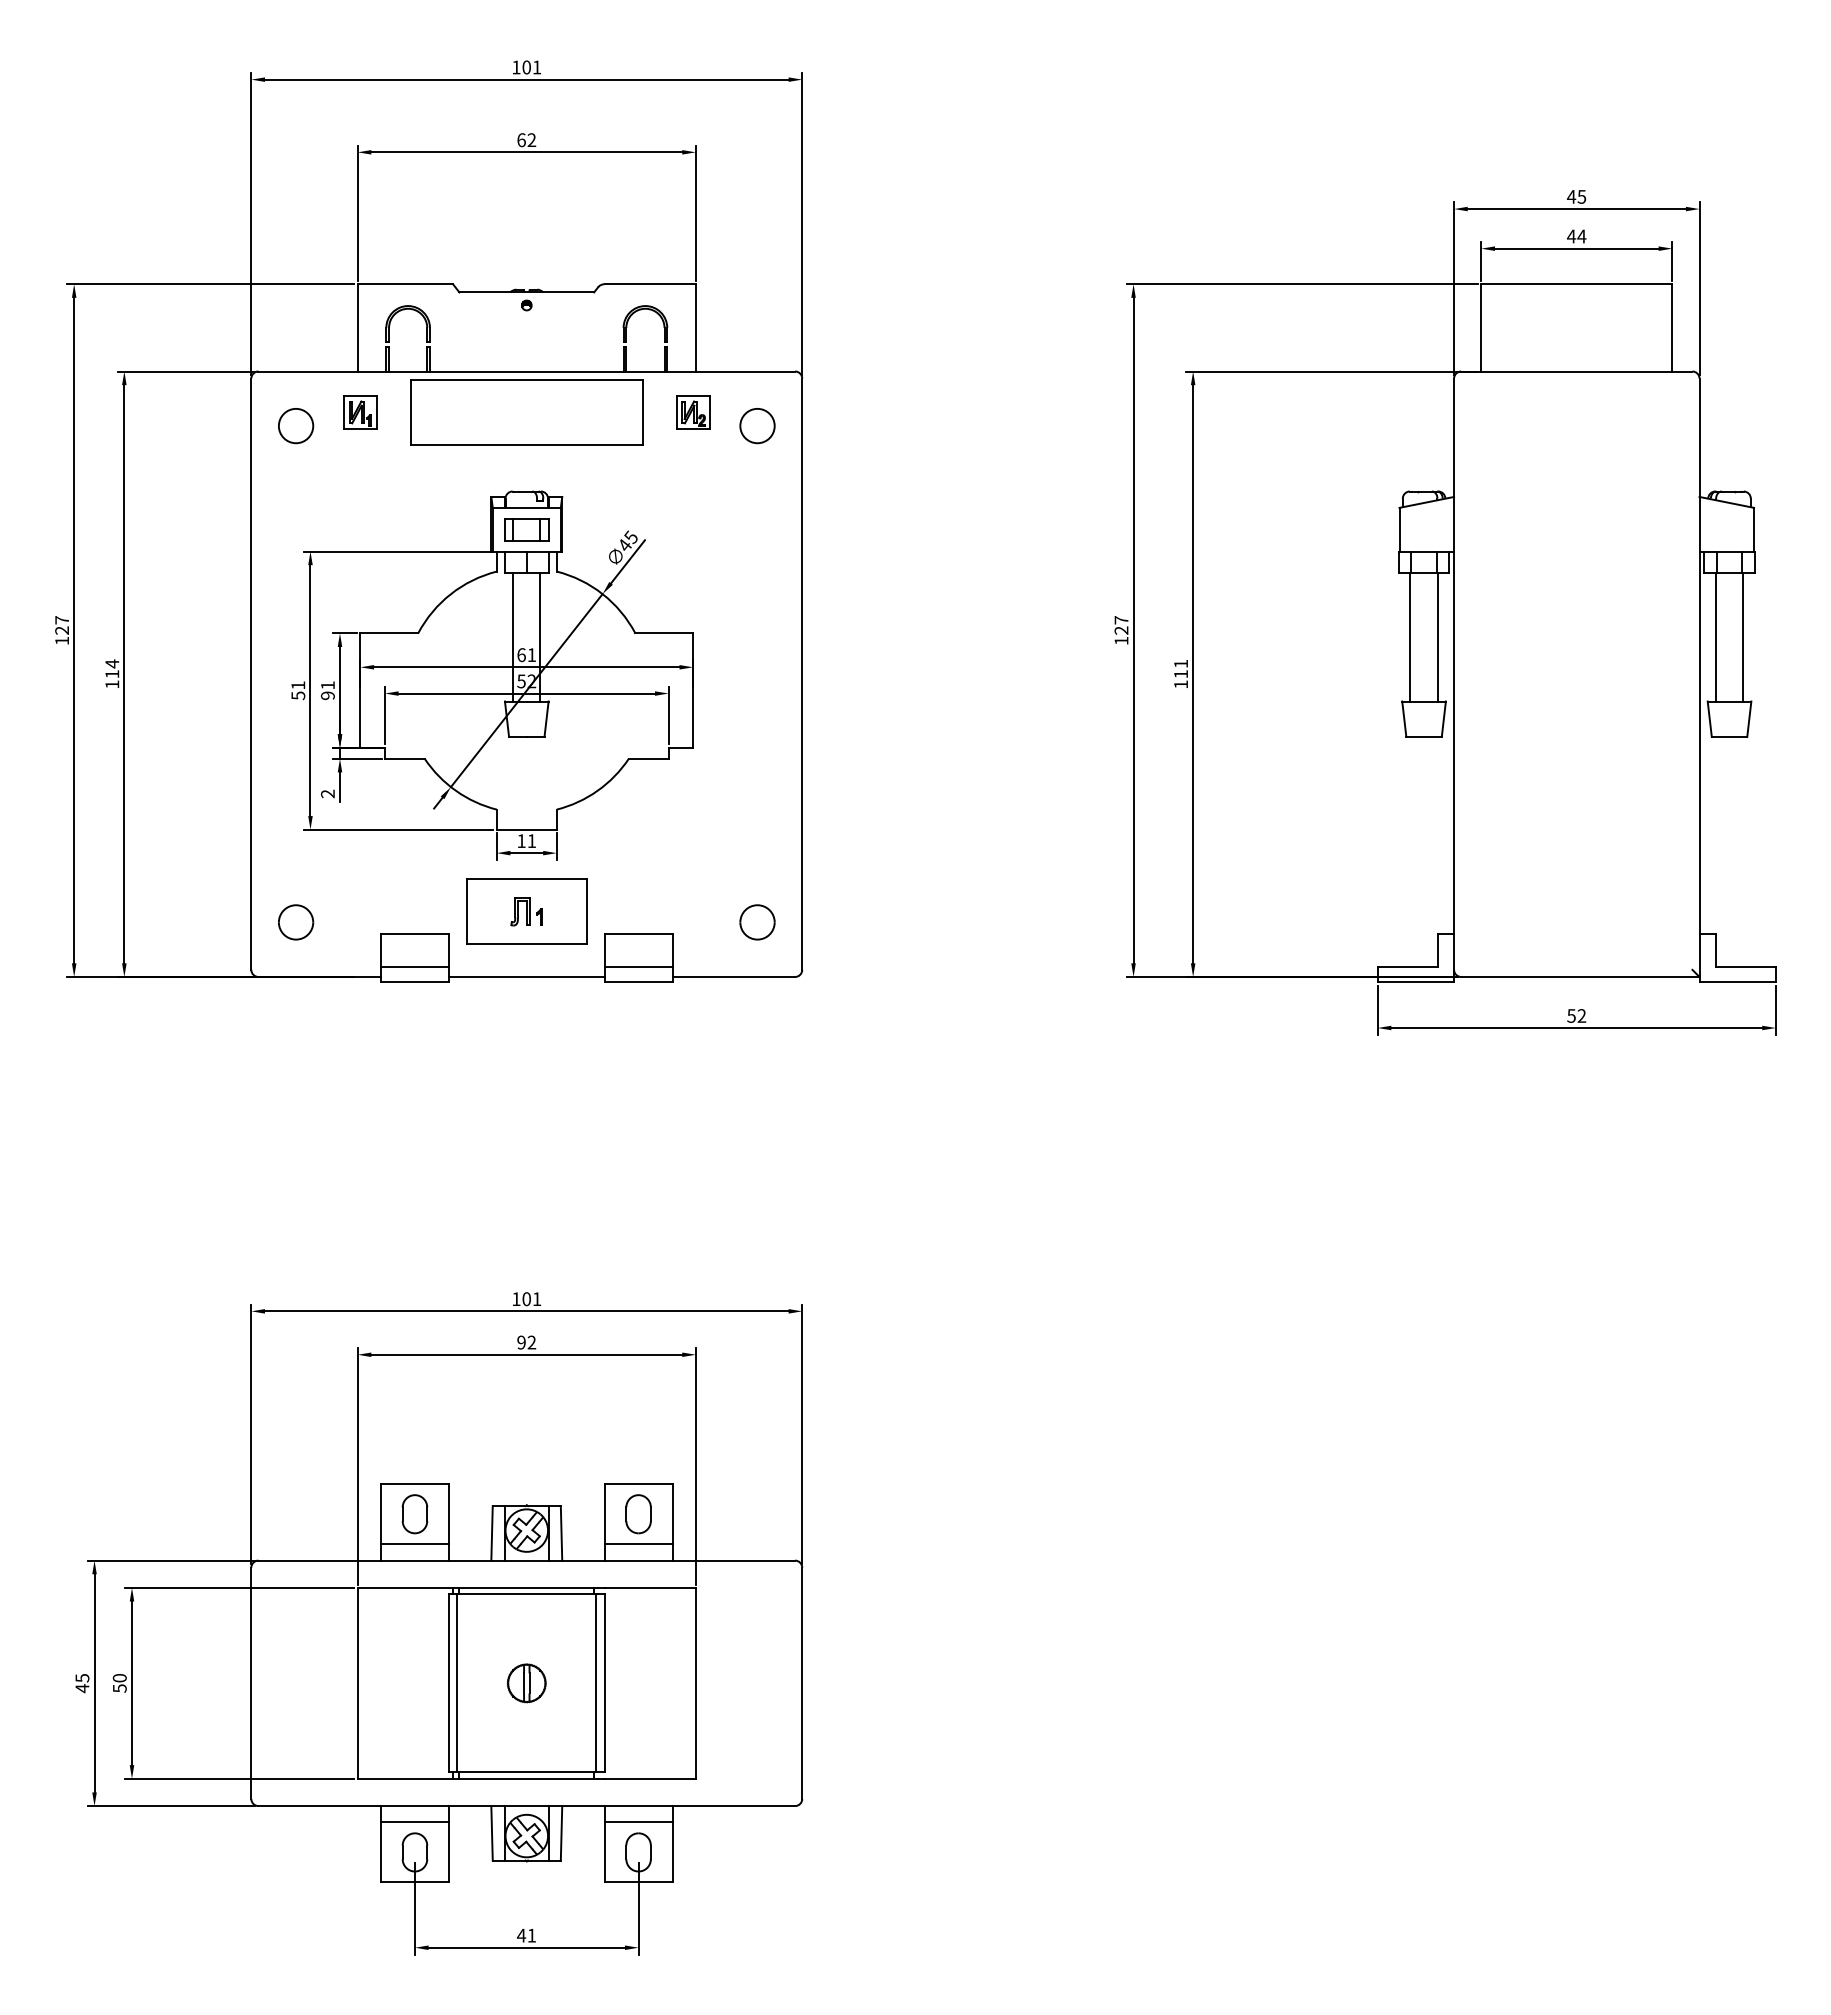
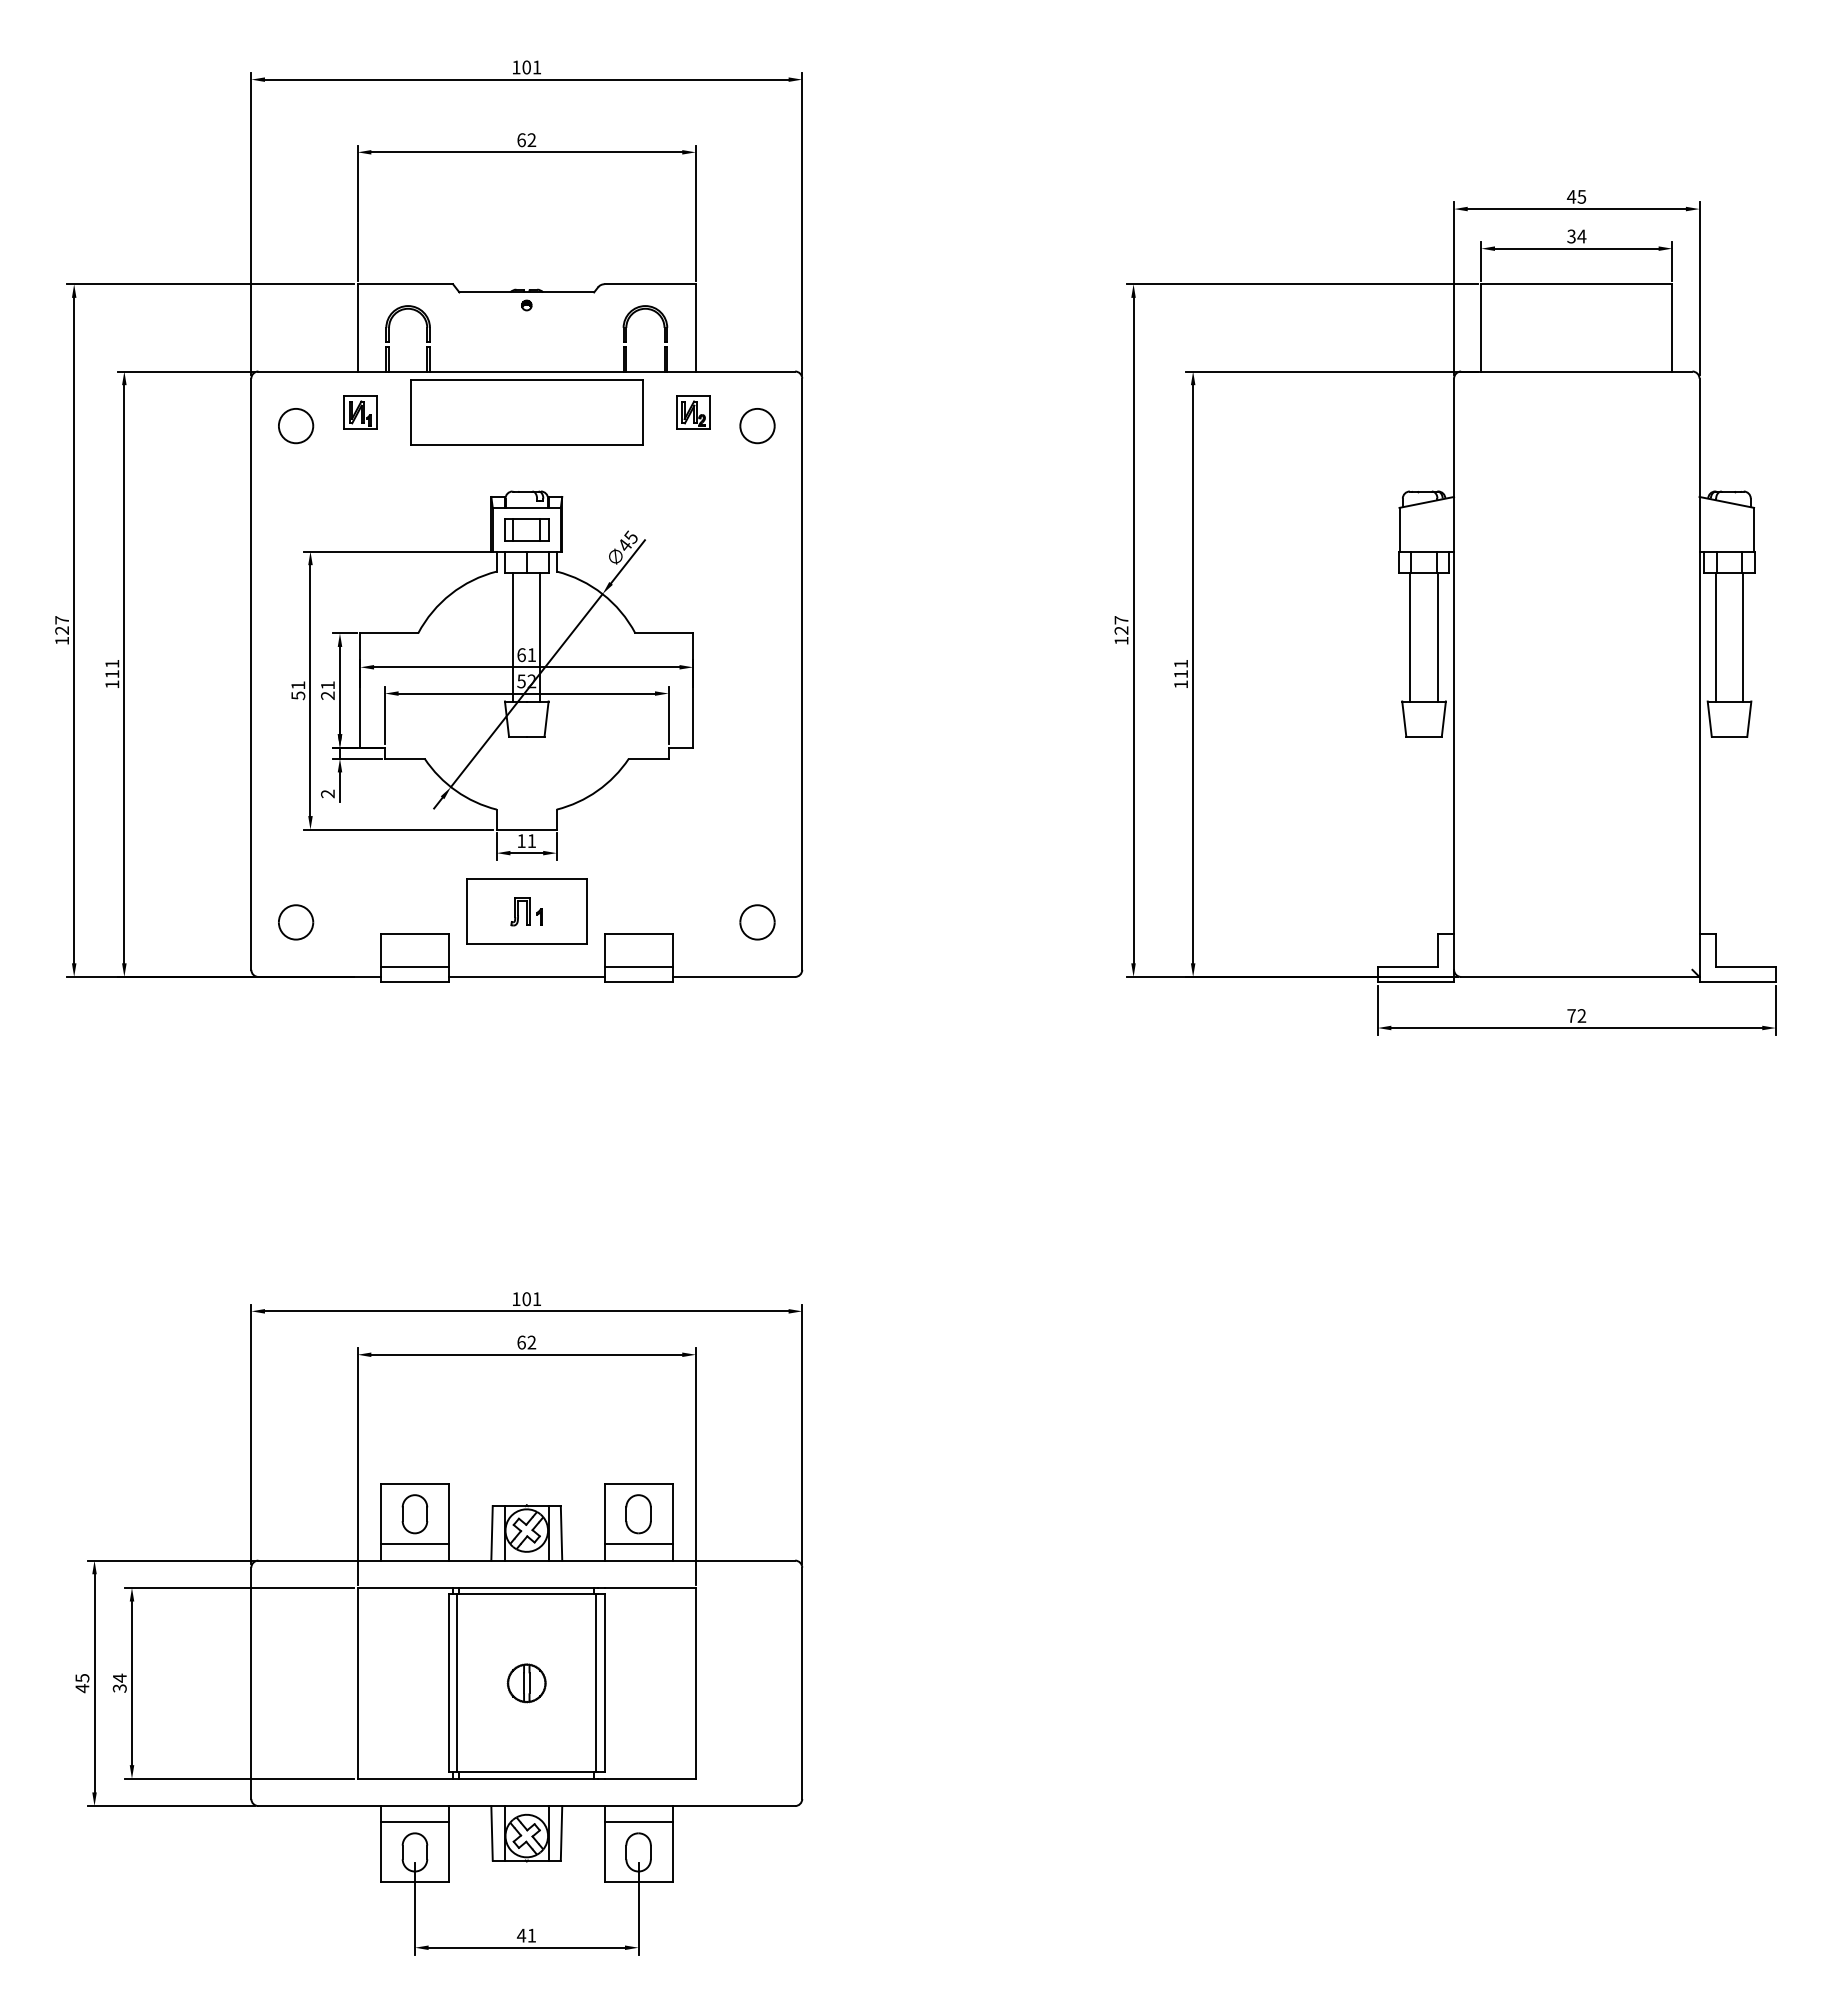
text at (1571, 236): 44 -> 34
text at (112, 663): 114 -> 111
text at (327, 695): 91 -> 21
text at (1571, 1015): 52 -> 72
text at (521, 1342): 92 -> 62
text at (119, 1682): 50 -> 34
